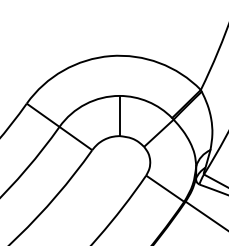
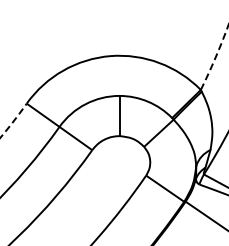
arc at (215, 57): solid -> dashed
arc at (13, 121): solid -> dashed
